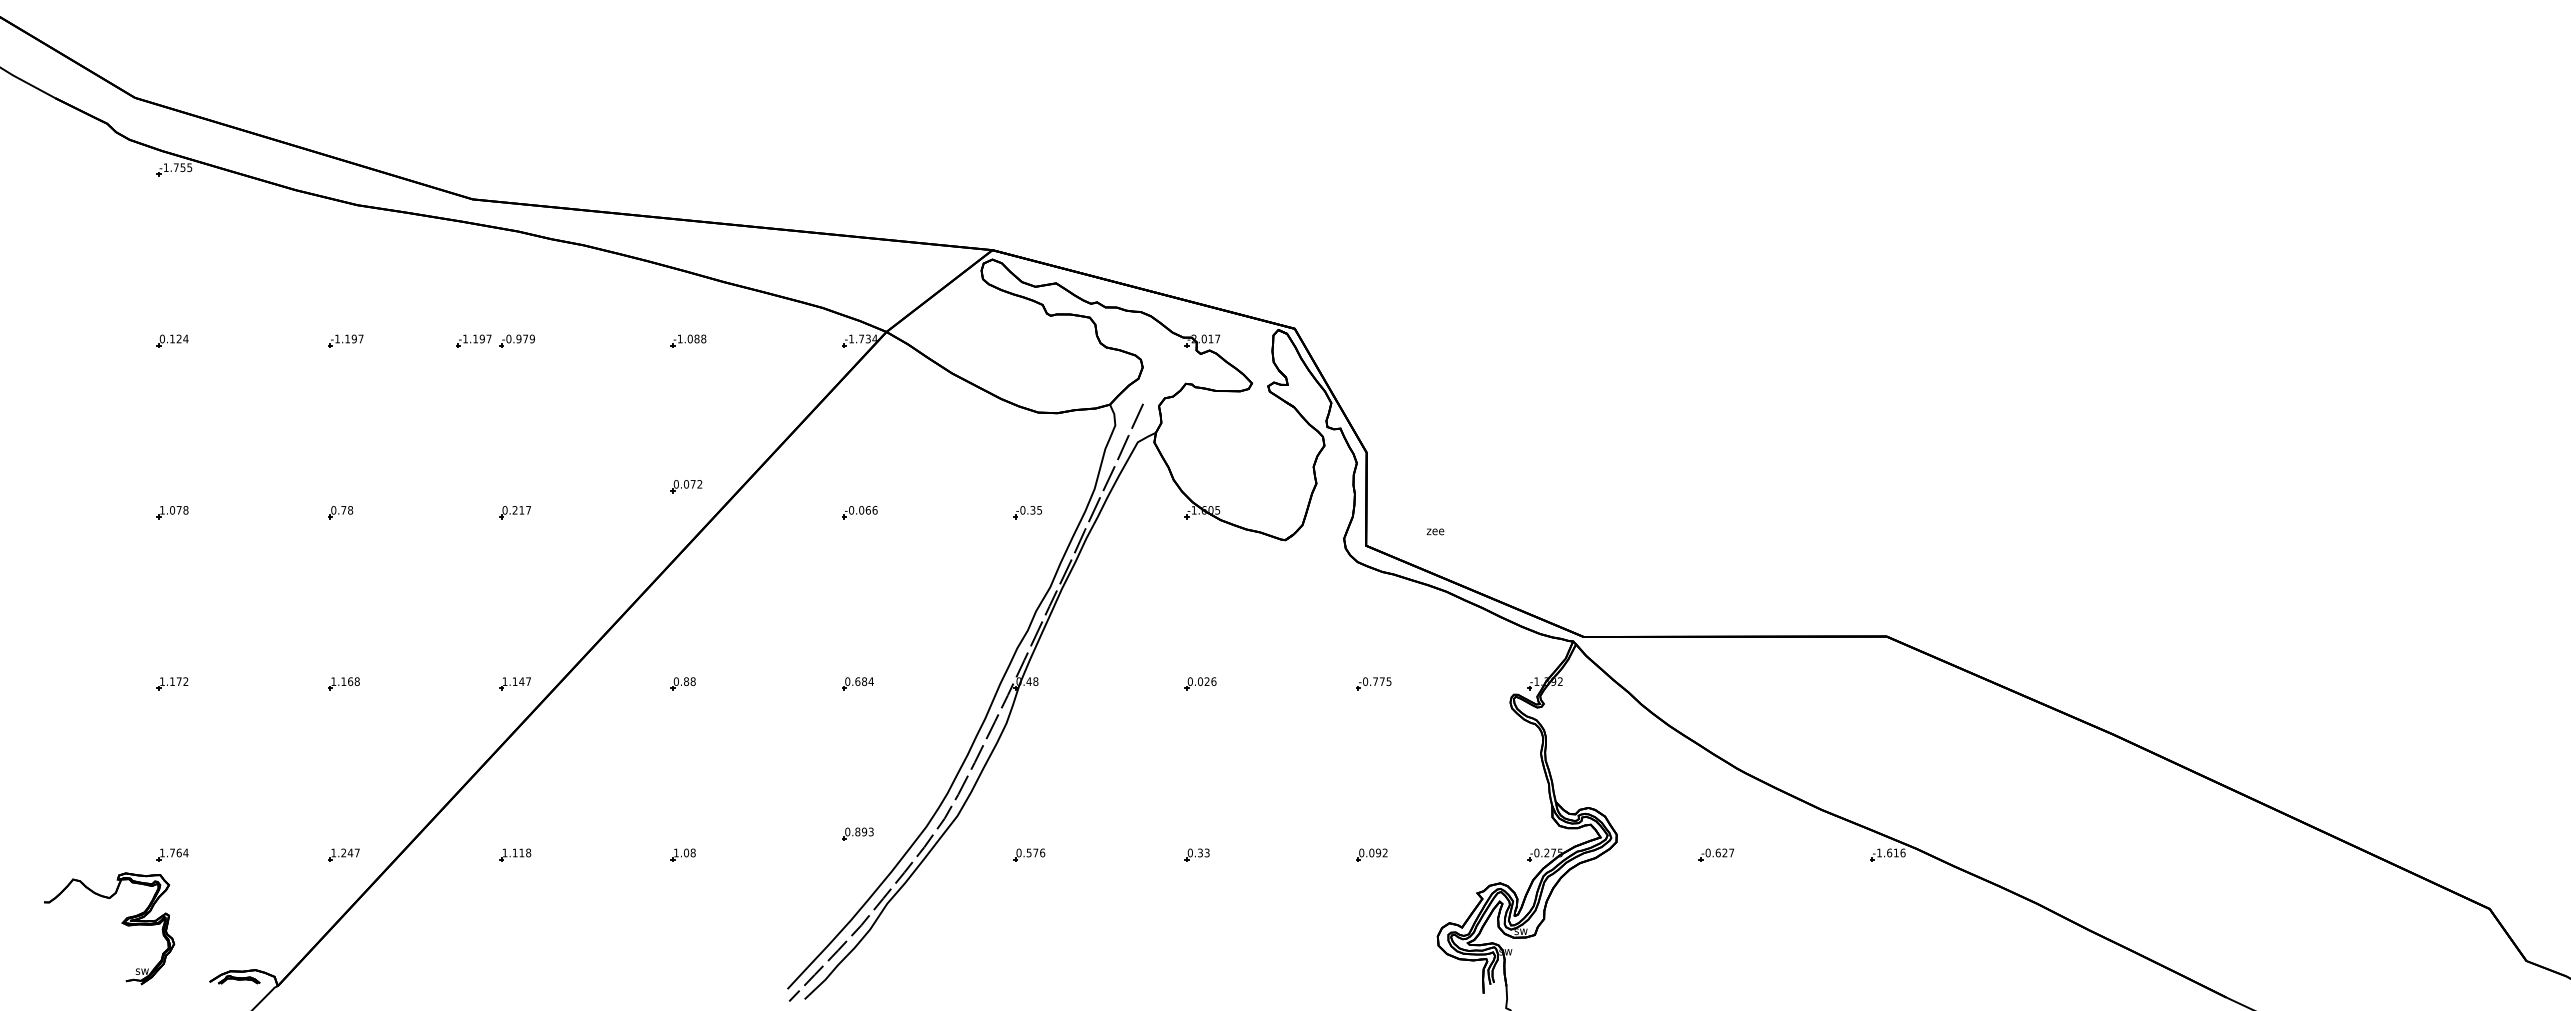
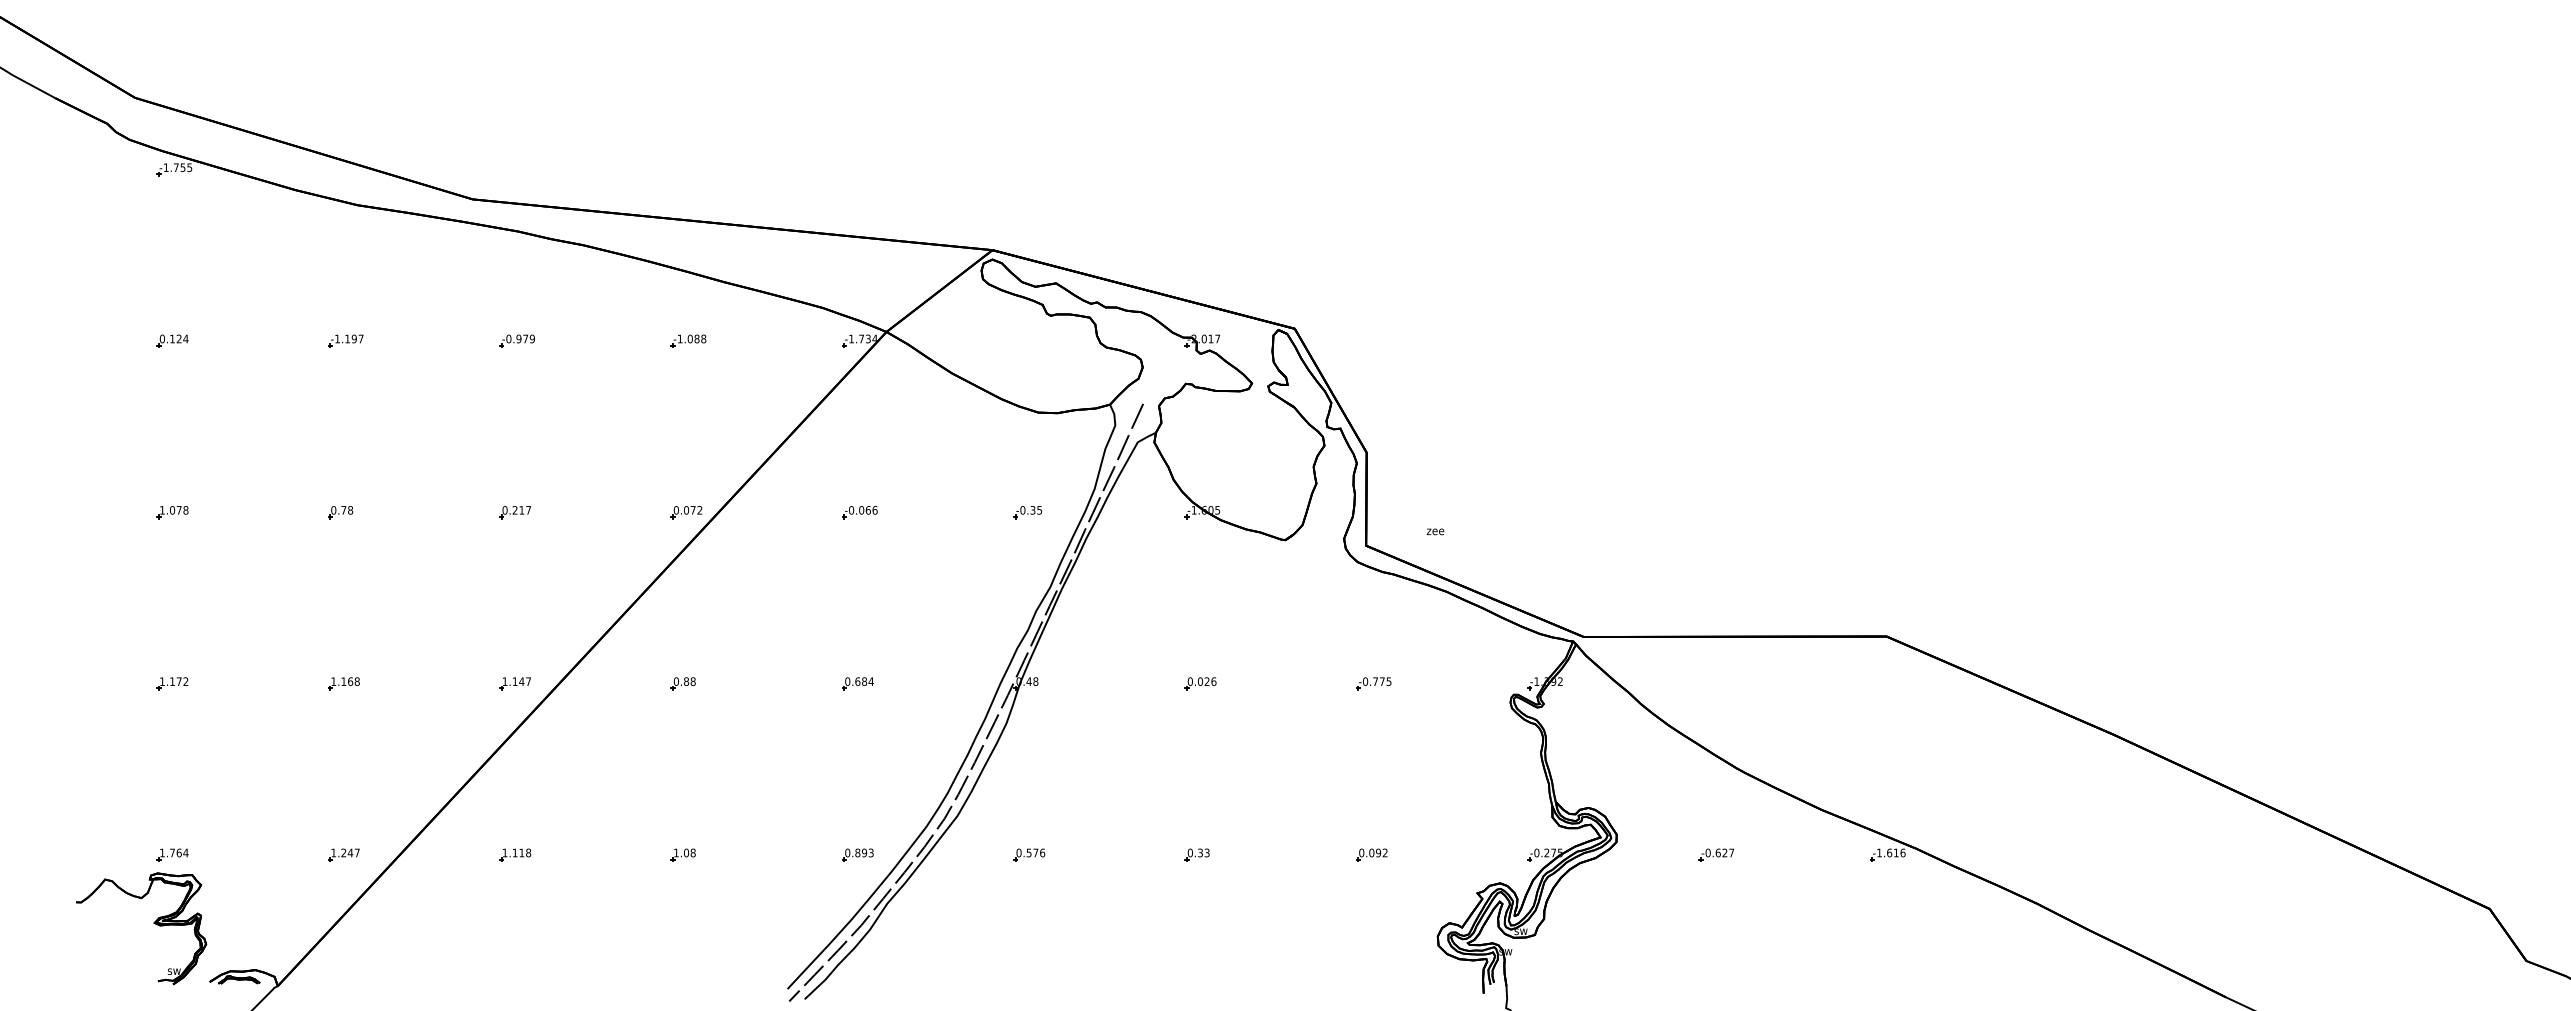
part at (473, 340): present -> none
part at (686, 486) position: (686, 486) -> (686, 512)
part at (857, 833) position: (857, 833) -> (857, 854)
part at (121, 923) position: (121, 923) -> (153, 923)
